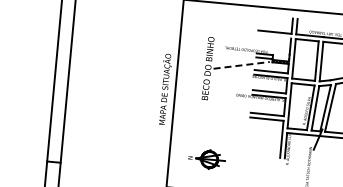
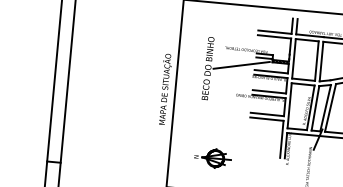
line at (274, 36): none -> present
line at (242, 65): dashed -> solid
part at (206, 159) position: (206, 159) -> (212, 158)
